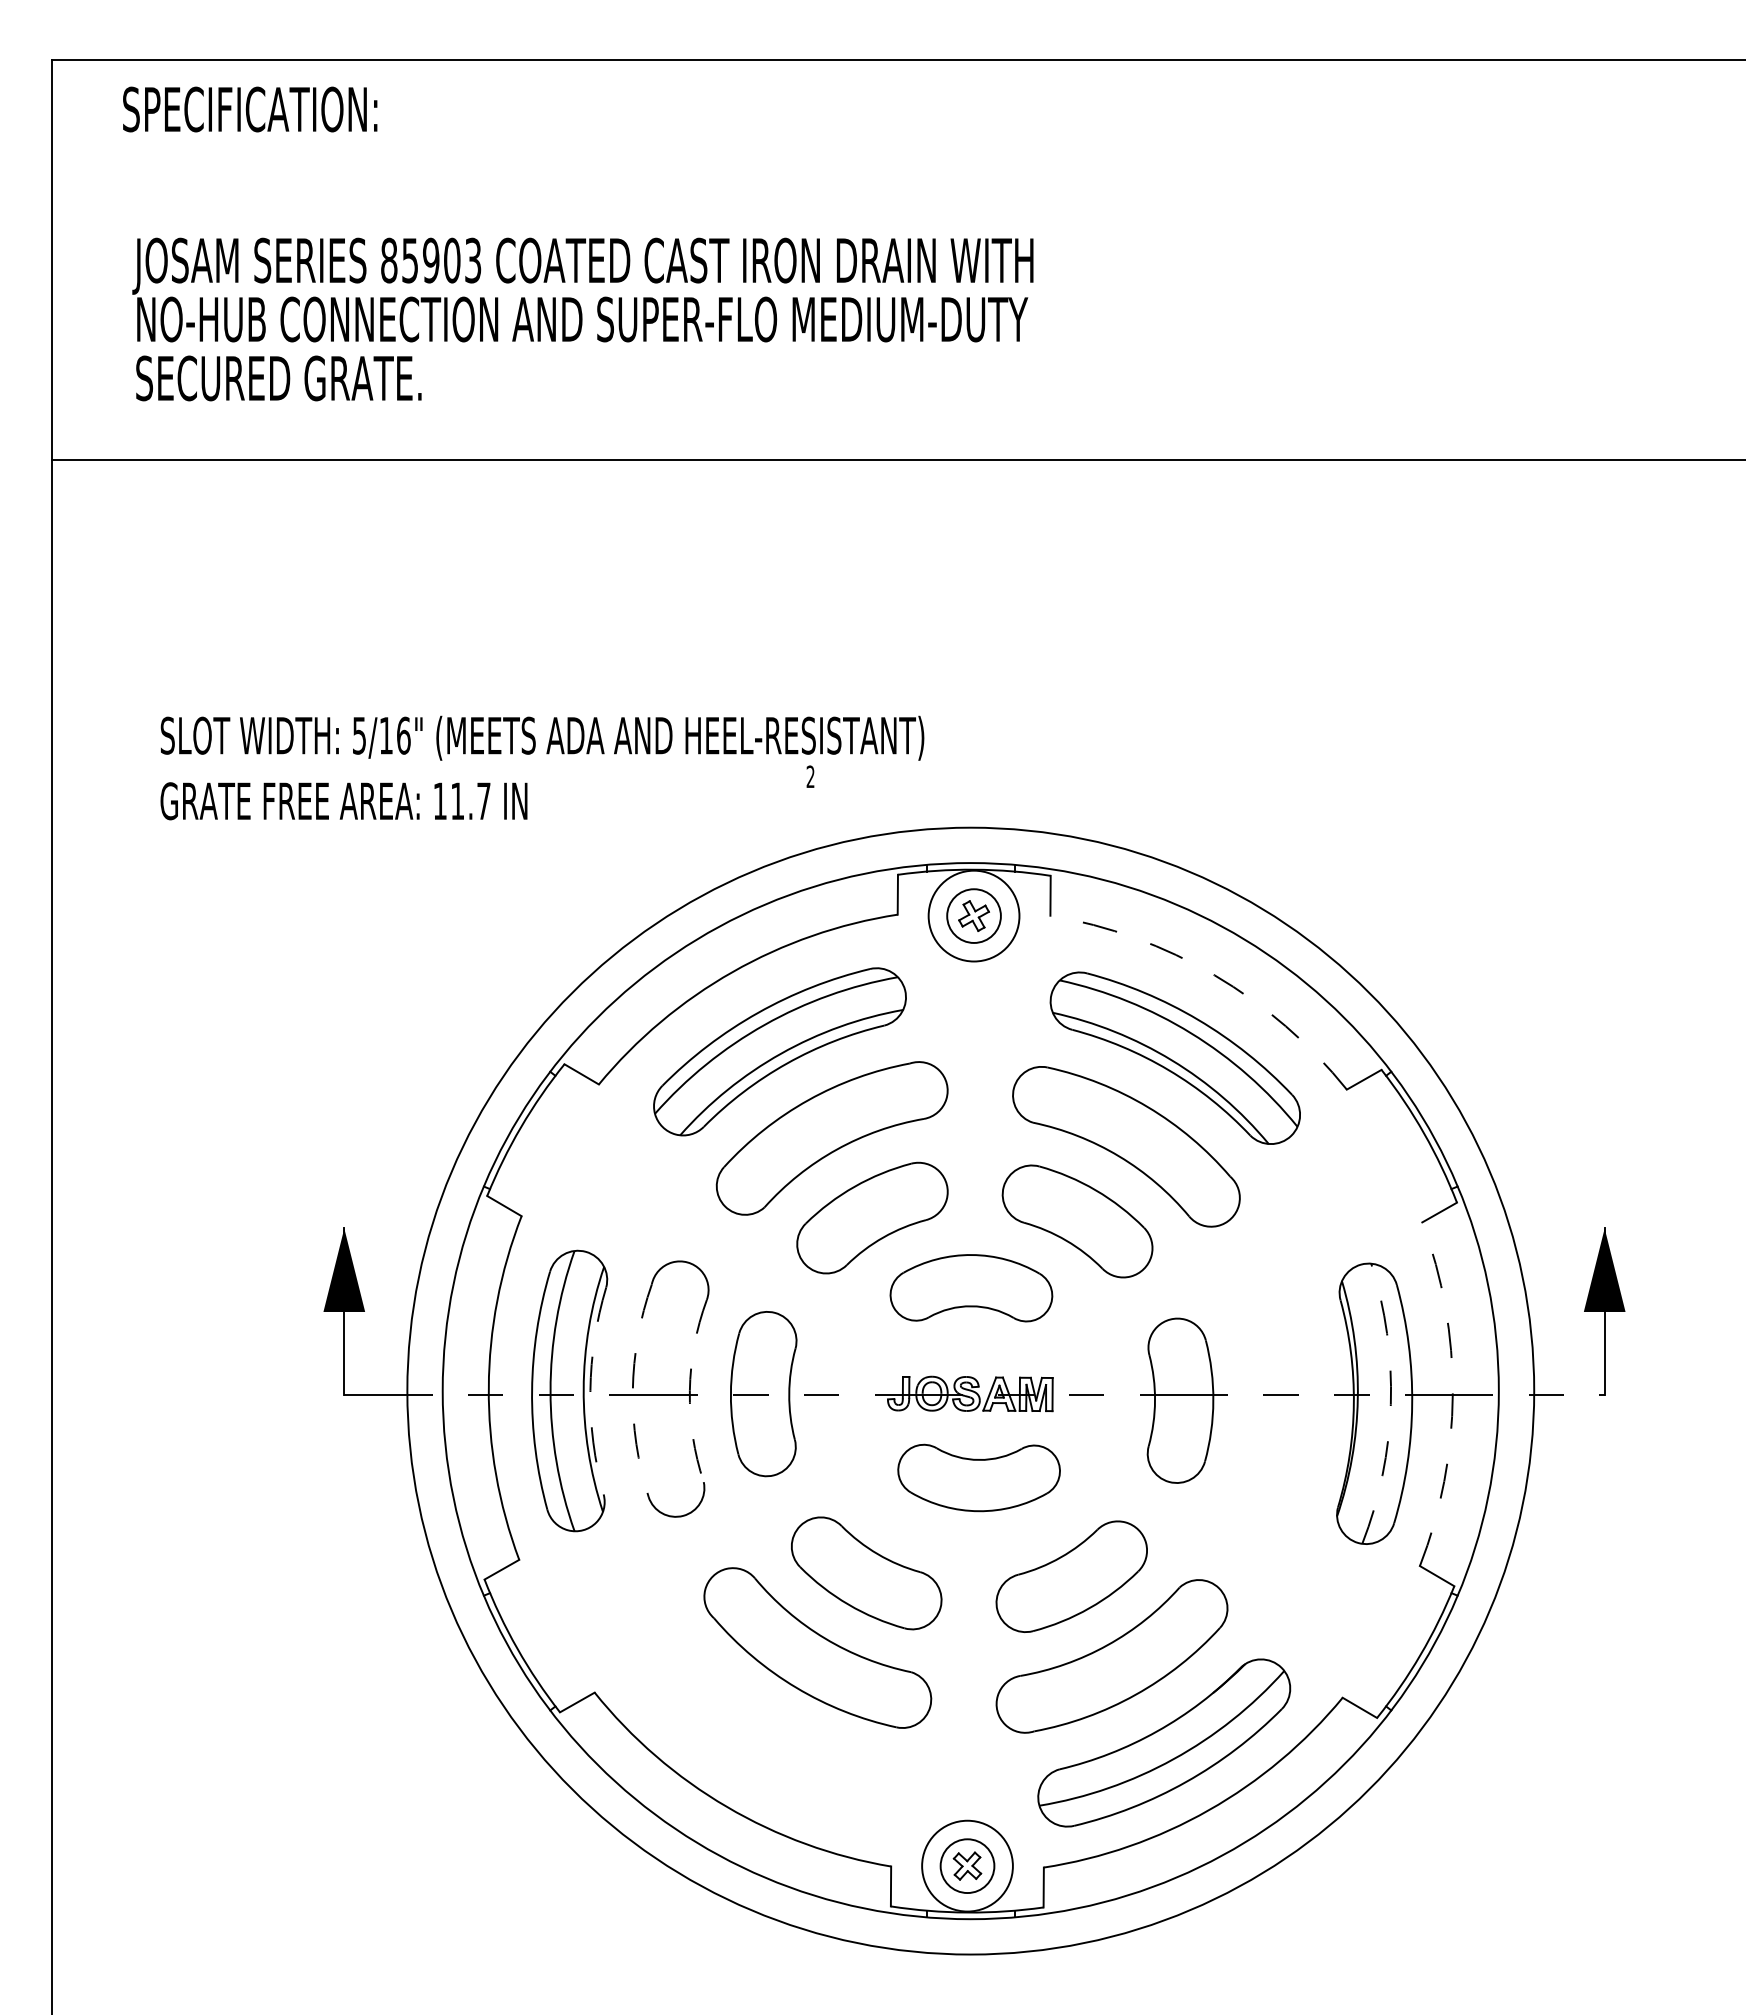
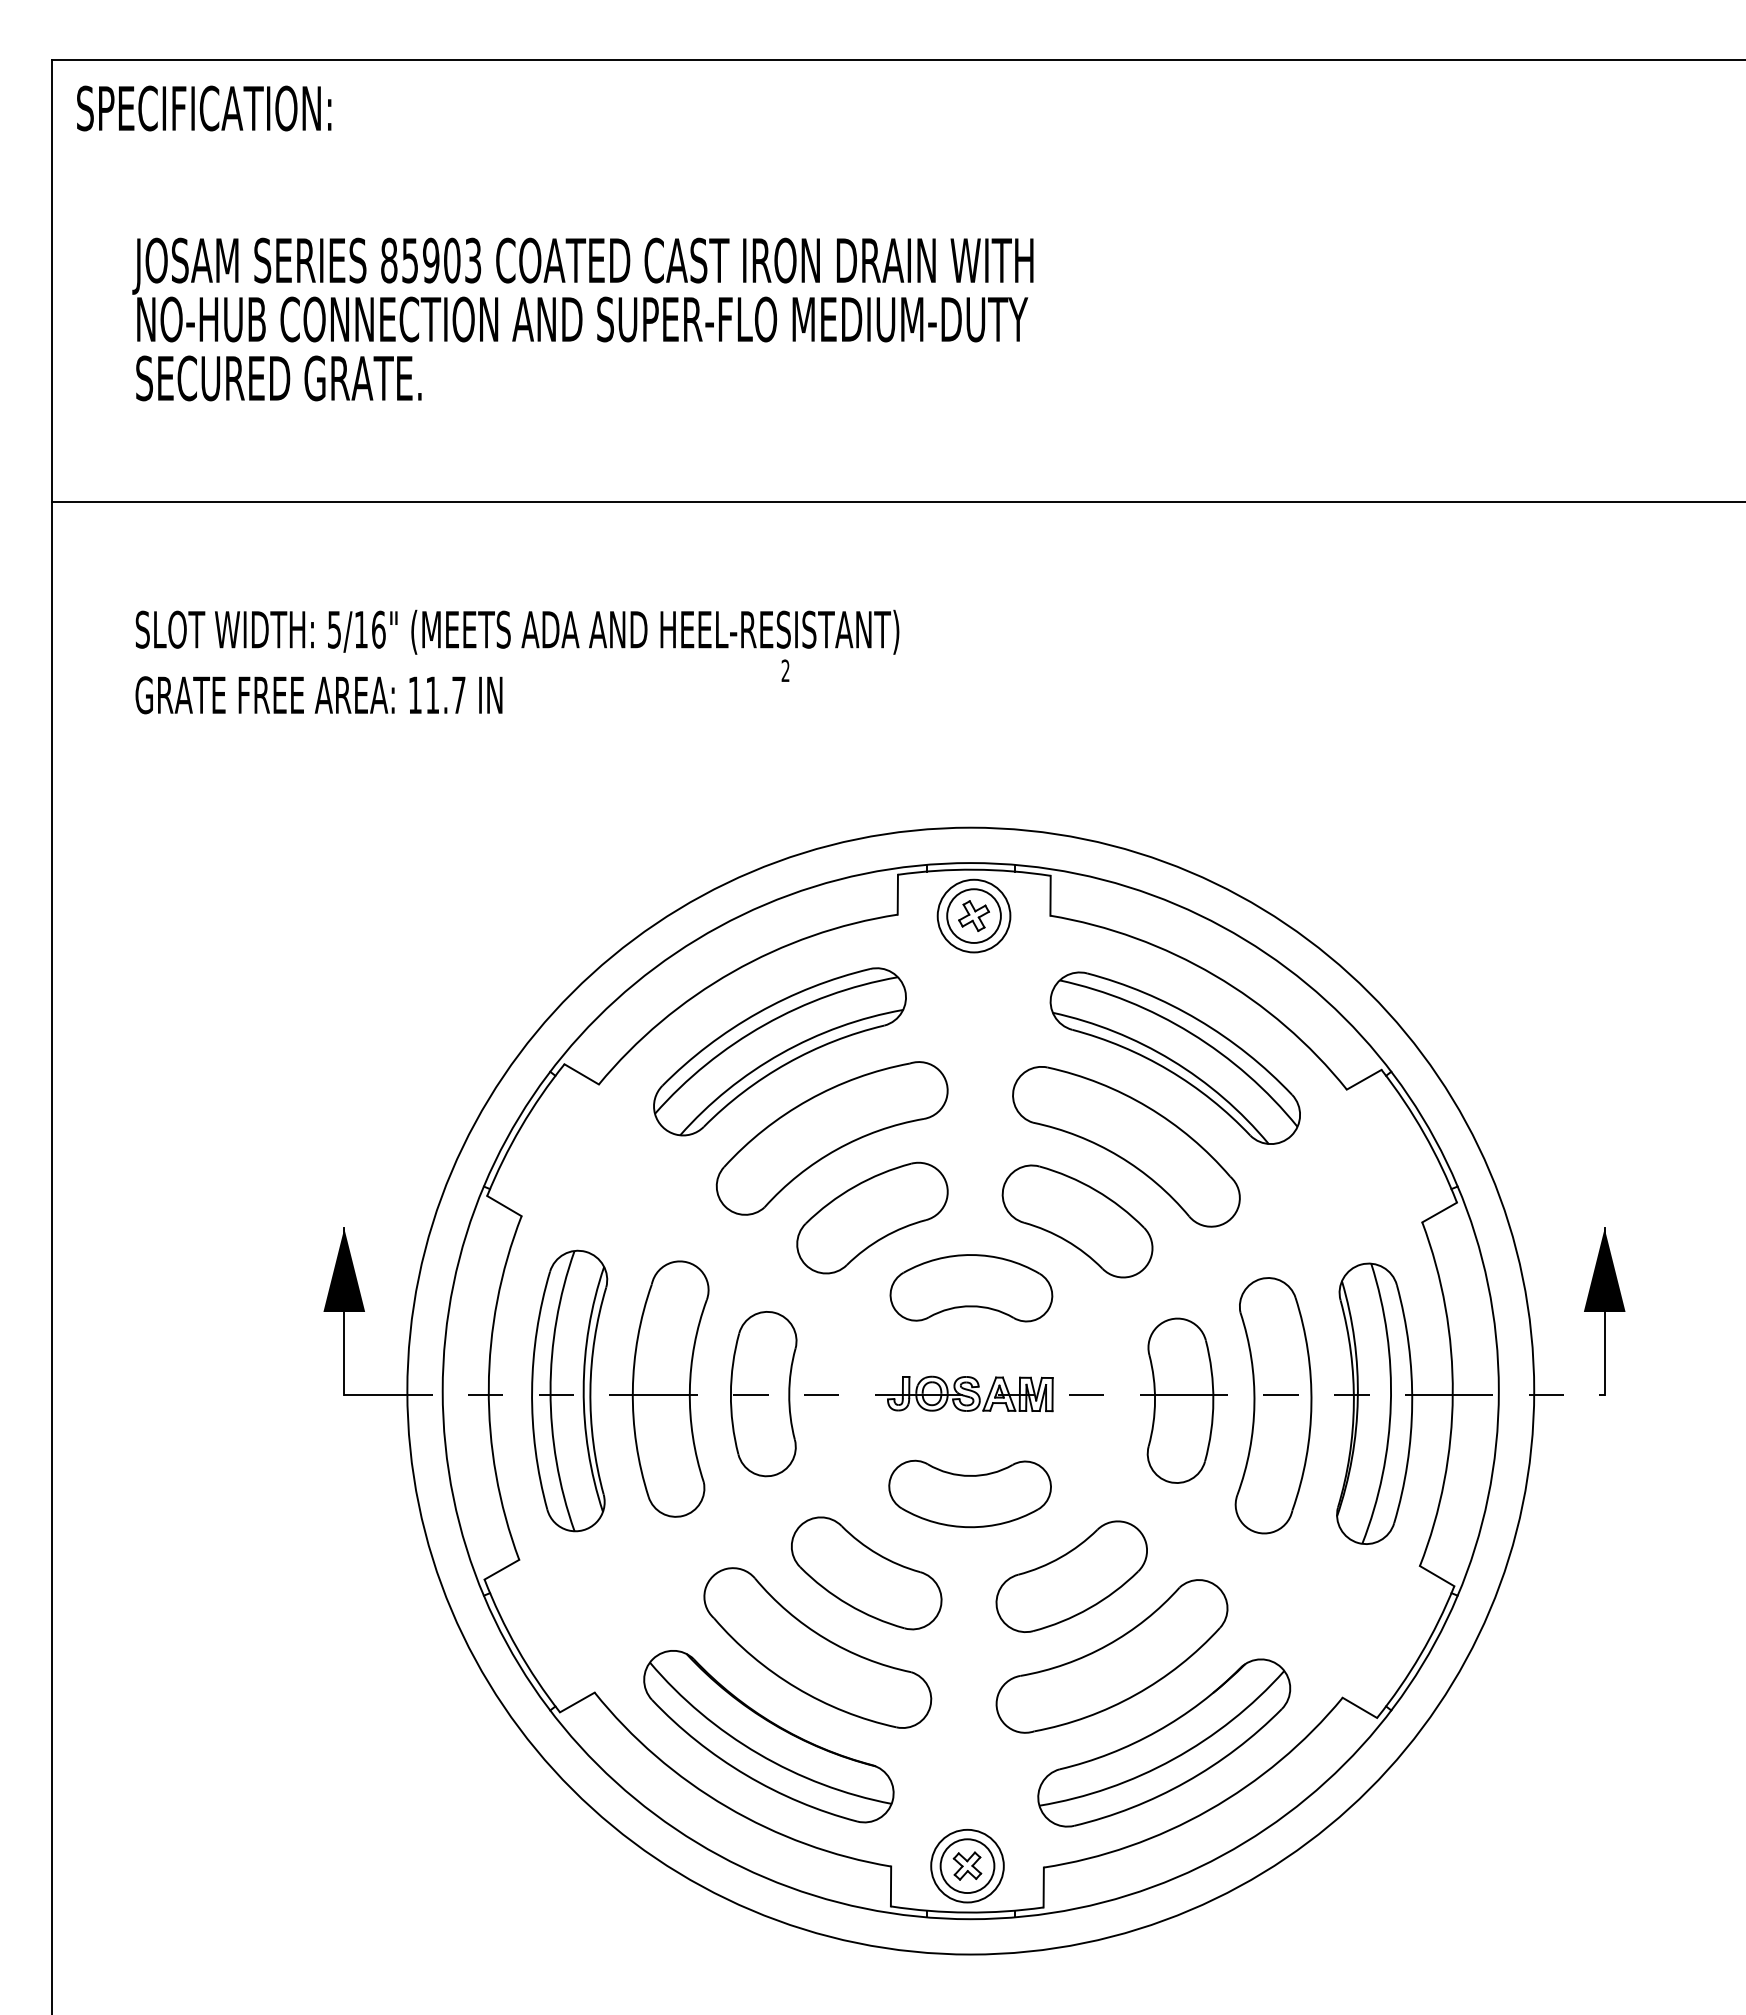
text at (250, 109) position: (250, 109) -> (204, 108)
line at (897, 460) position: (897, 460) -> (897, 502)
text at (542, 767) position: (542, 767) -> (517, 661)
circle at (973, 915) diameter: 91 px -> 73 px
arc at (1214, 975): dashed -> solid
arc at (590, 1390): dashed -> solid
arc at (632, 1390): dashed -> solid
arc at (689, 1390): dashed -> solid
arc at (1452, 1394): dashed -> solid
arc at (1390, 1404): dashed -> solid
part at (1273, 1405): none -> present
part at (978, 1477) position: (978, 1477) -> (969, 1493)
part at (768, 1736): none -> present
circle at (967, 1865) diameter: 91 px -> 73 px
